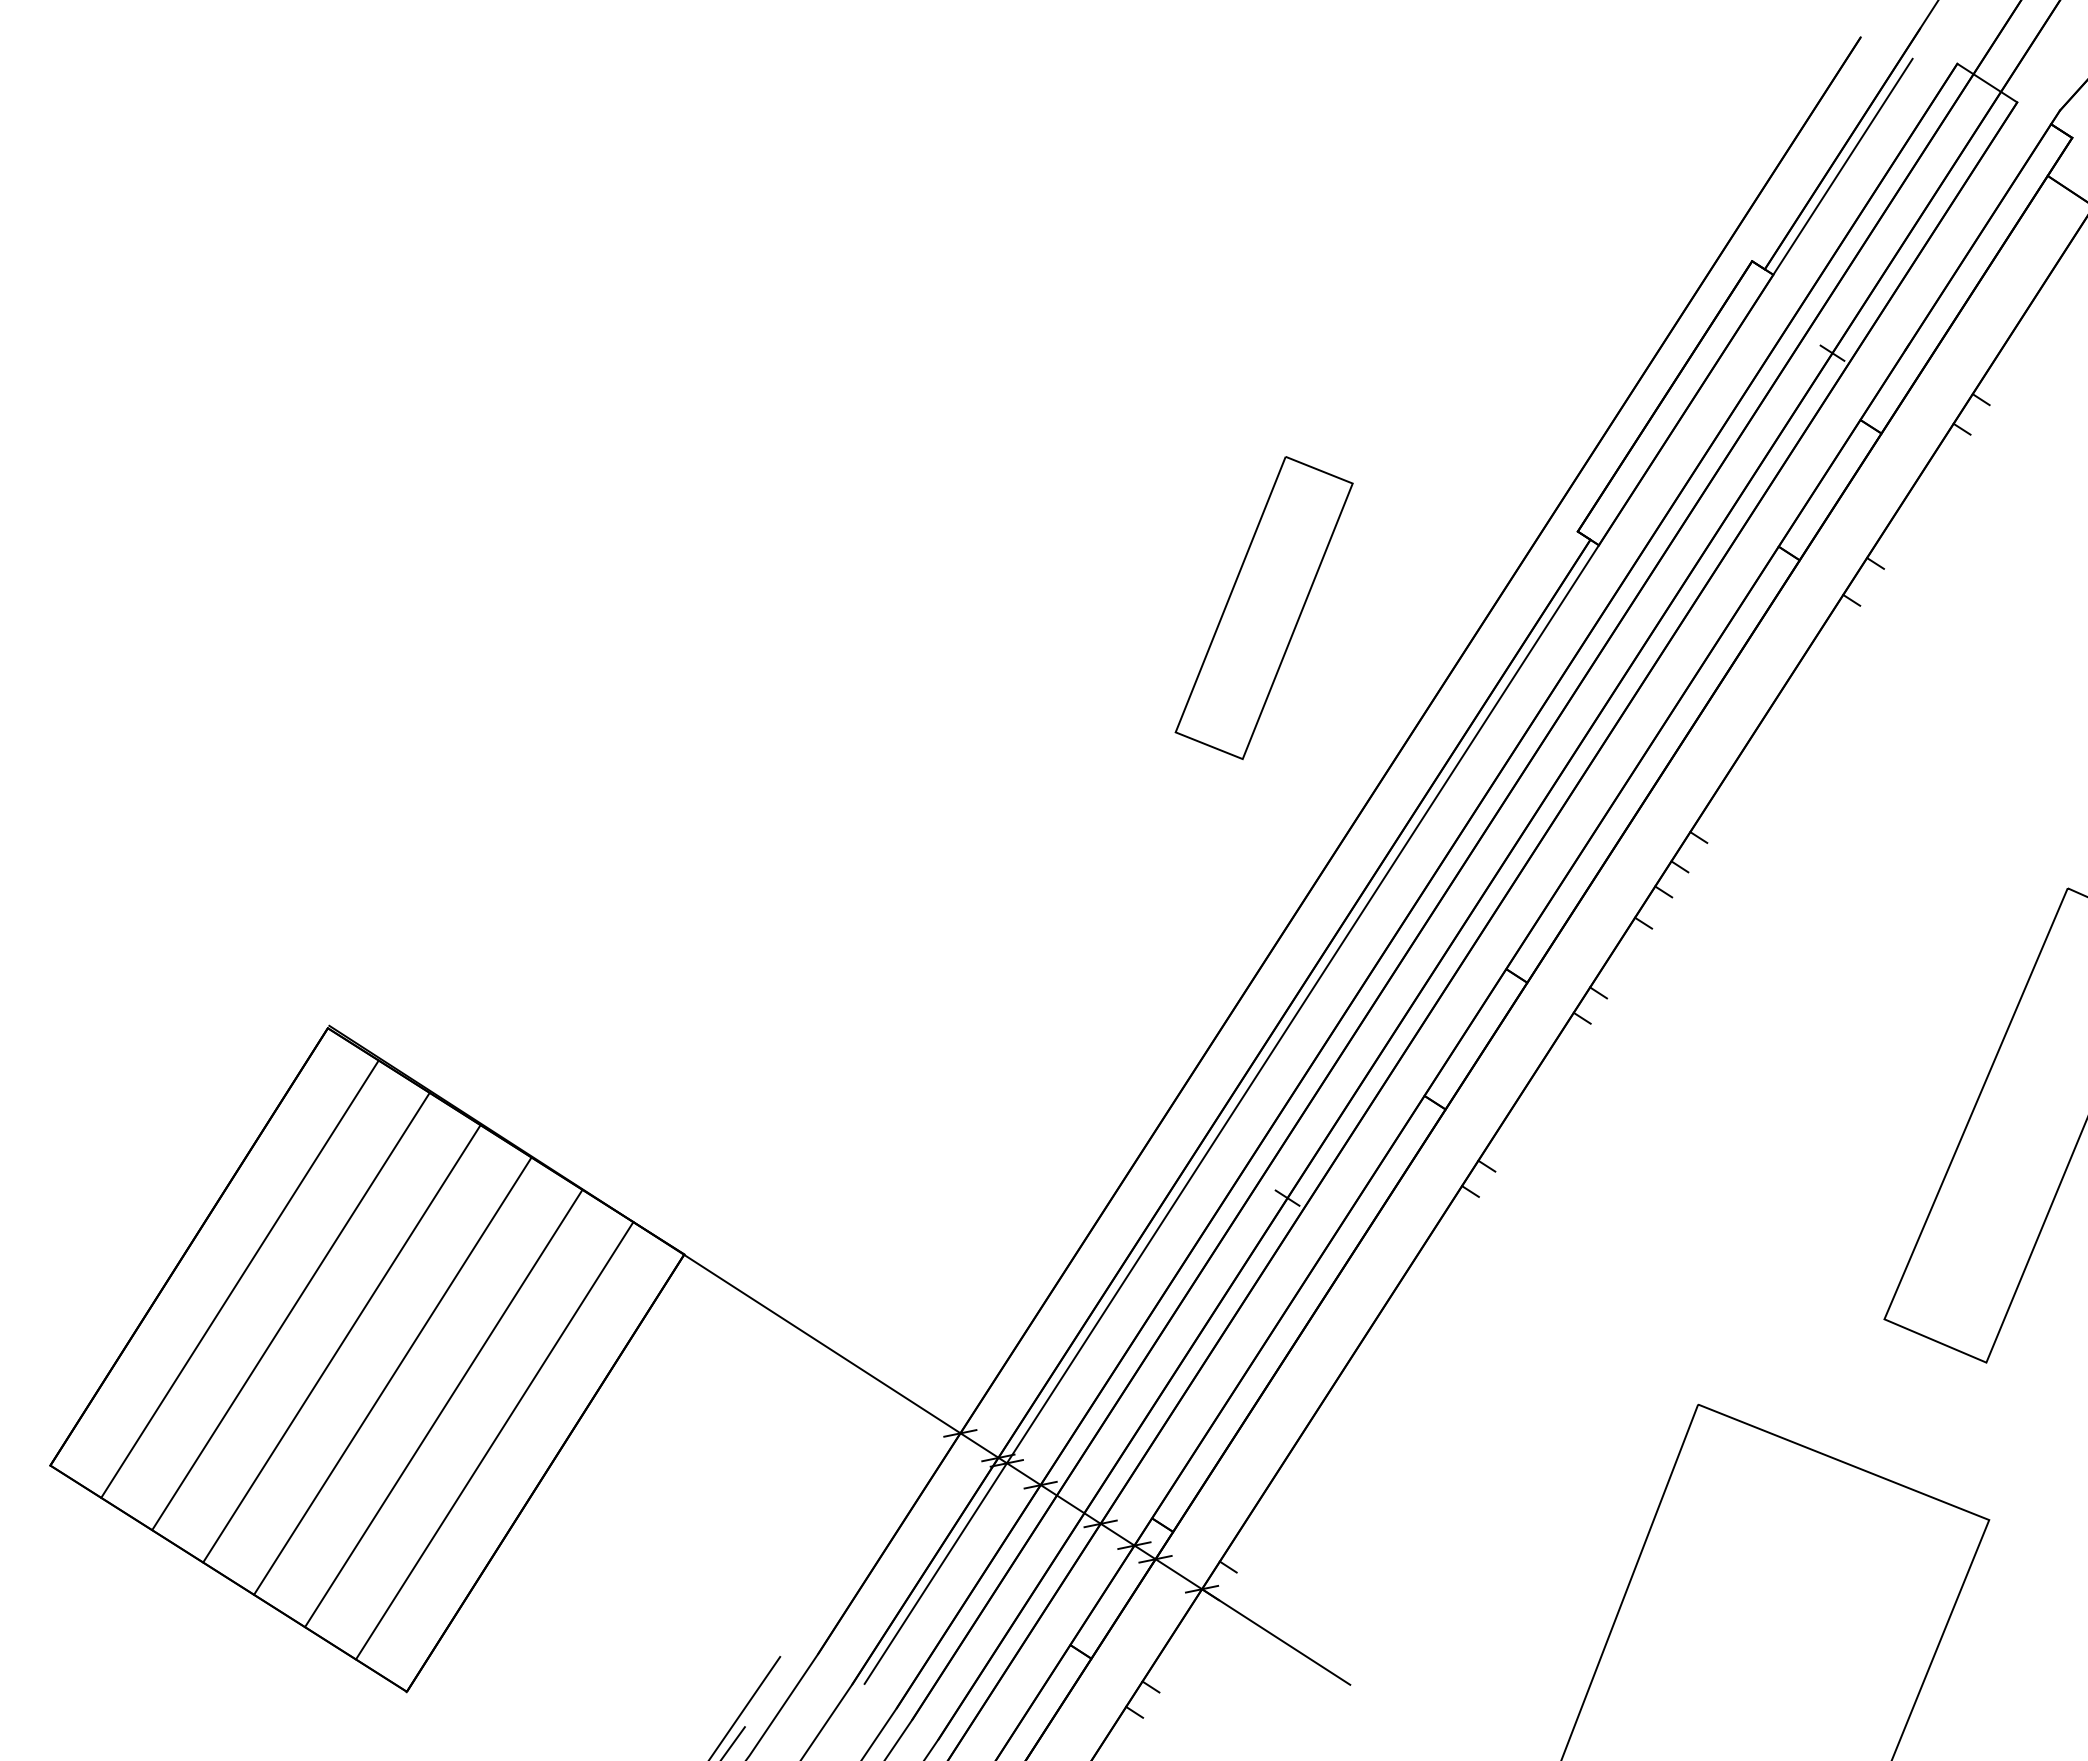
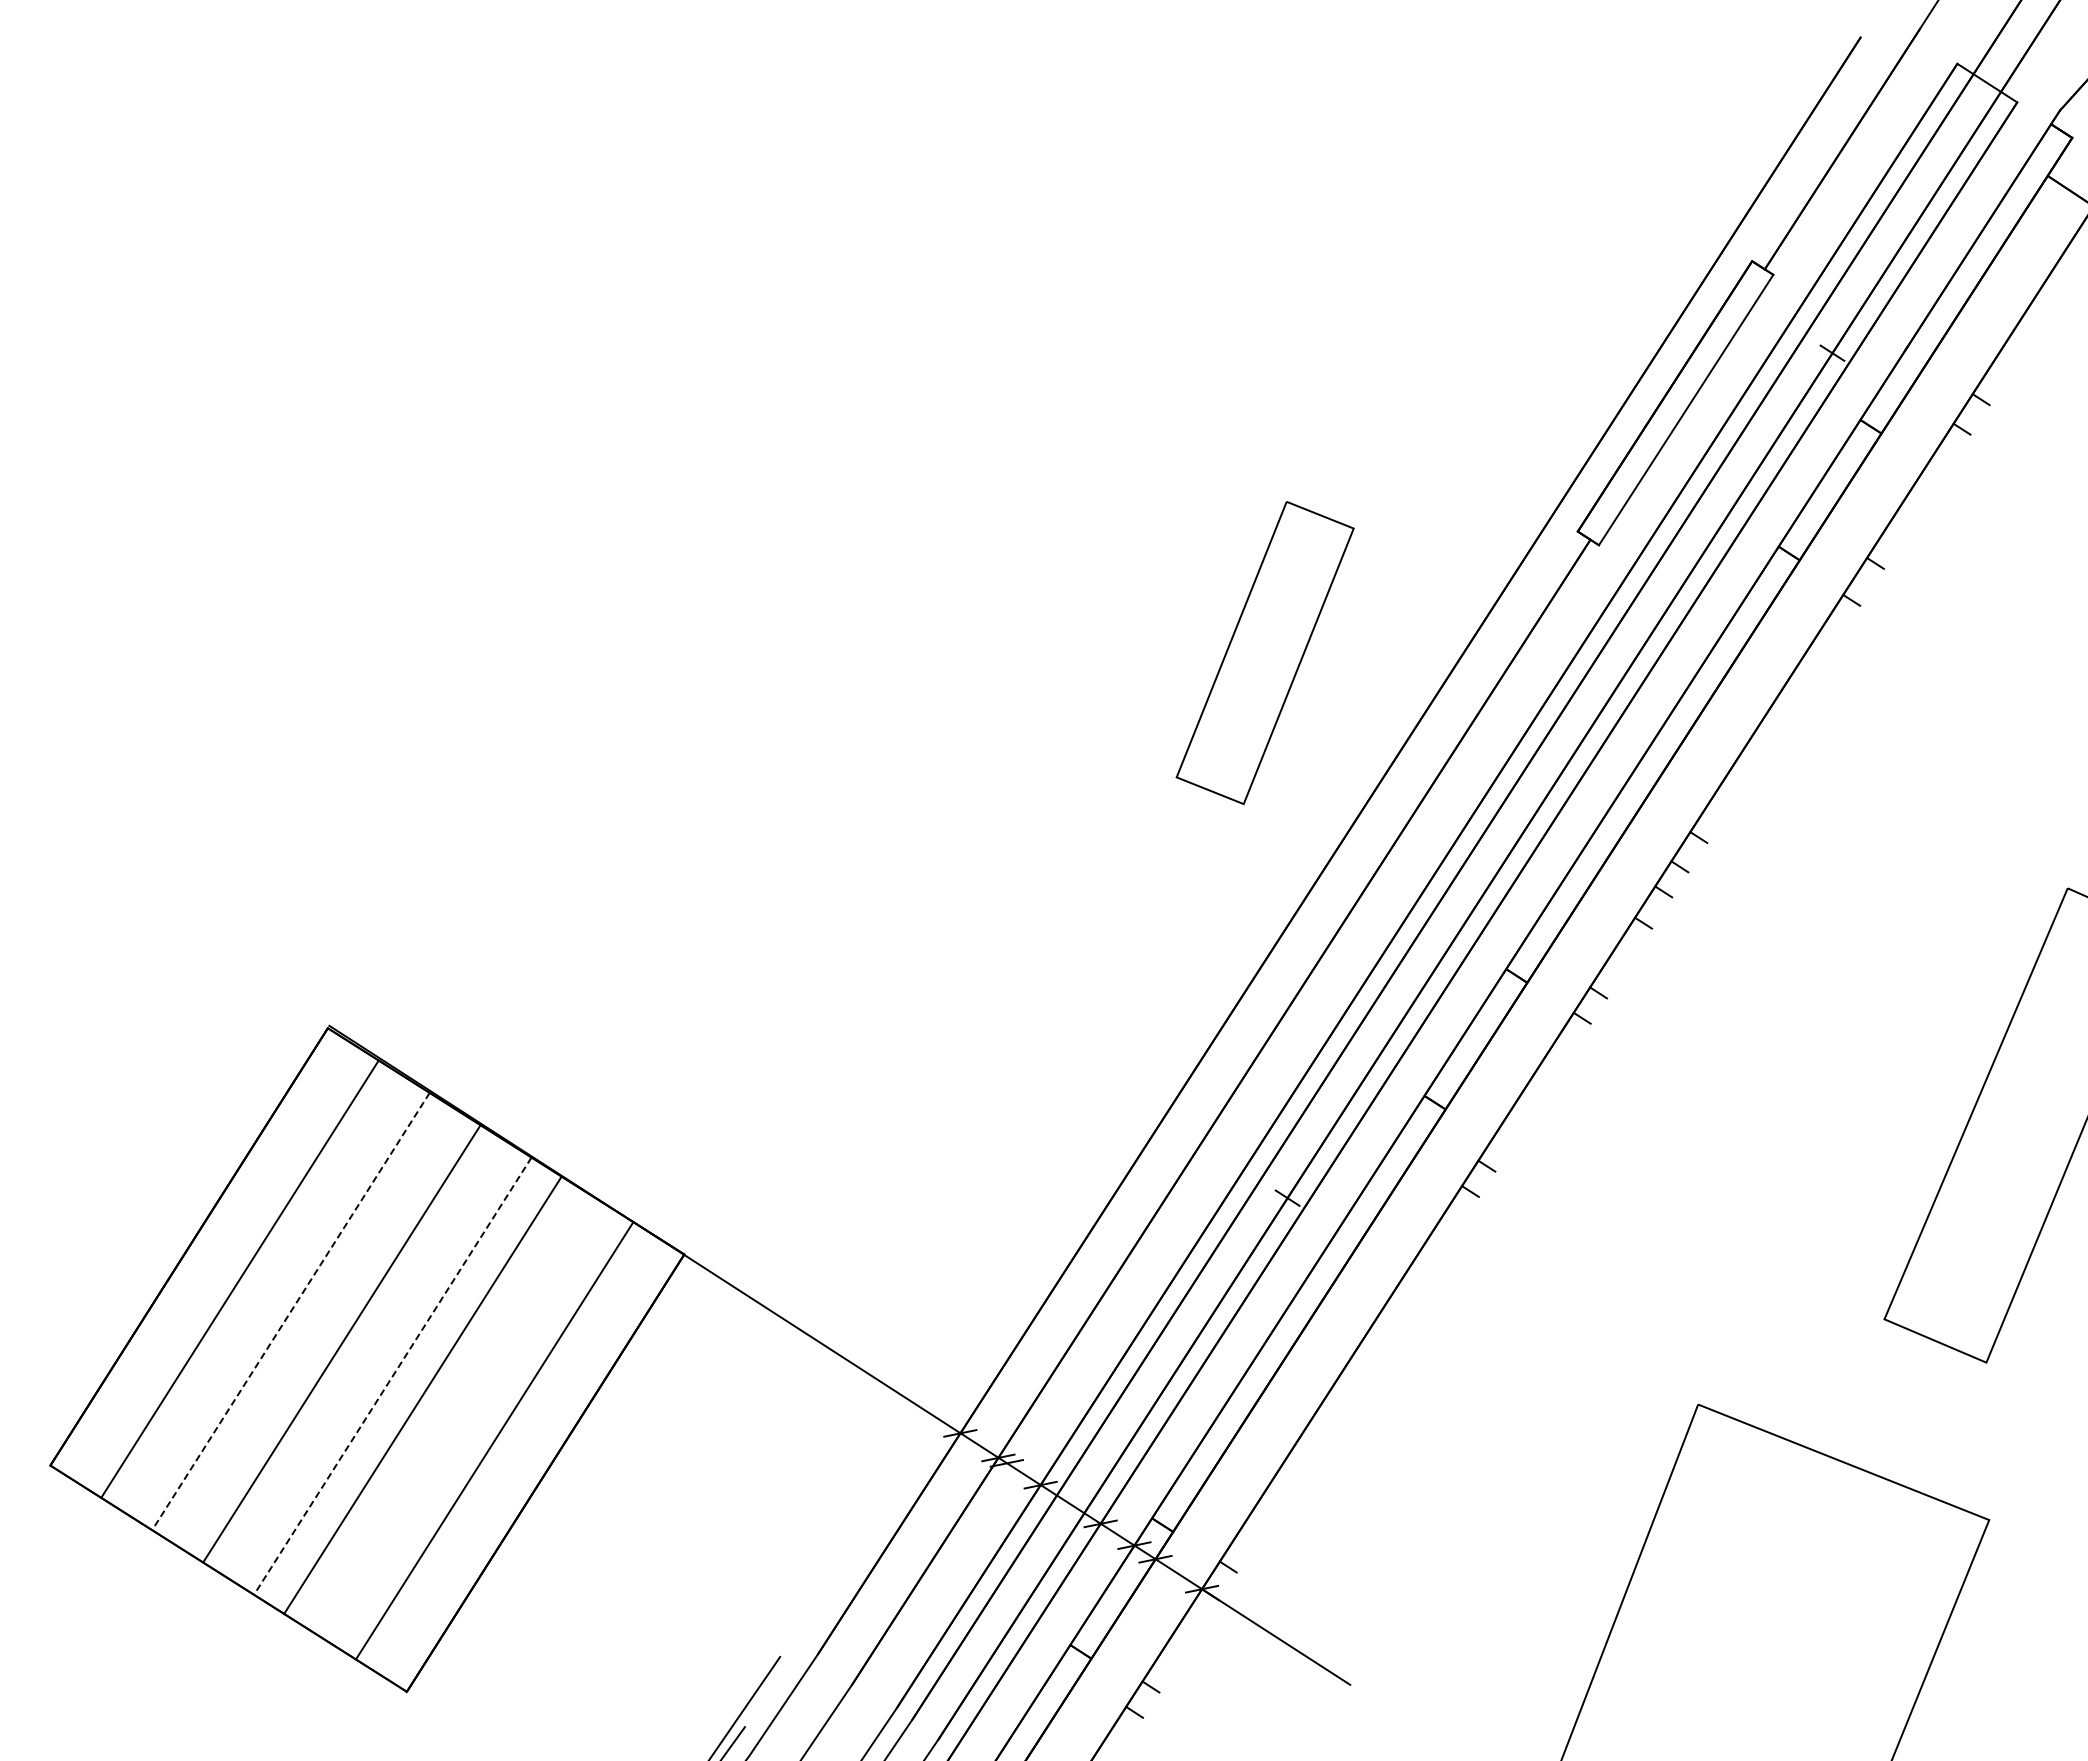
part at (1263, 607) position: (1263, 607) -> (1264, 652)
line at (1388, 870): present -> none
line at (290, 1311): solid -> dashed
line at (392, 1376): solid -> dashed
line at (443, 1408) position: (443, 1408) -> (422, 1395)
